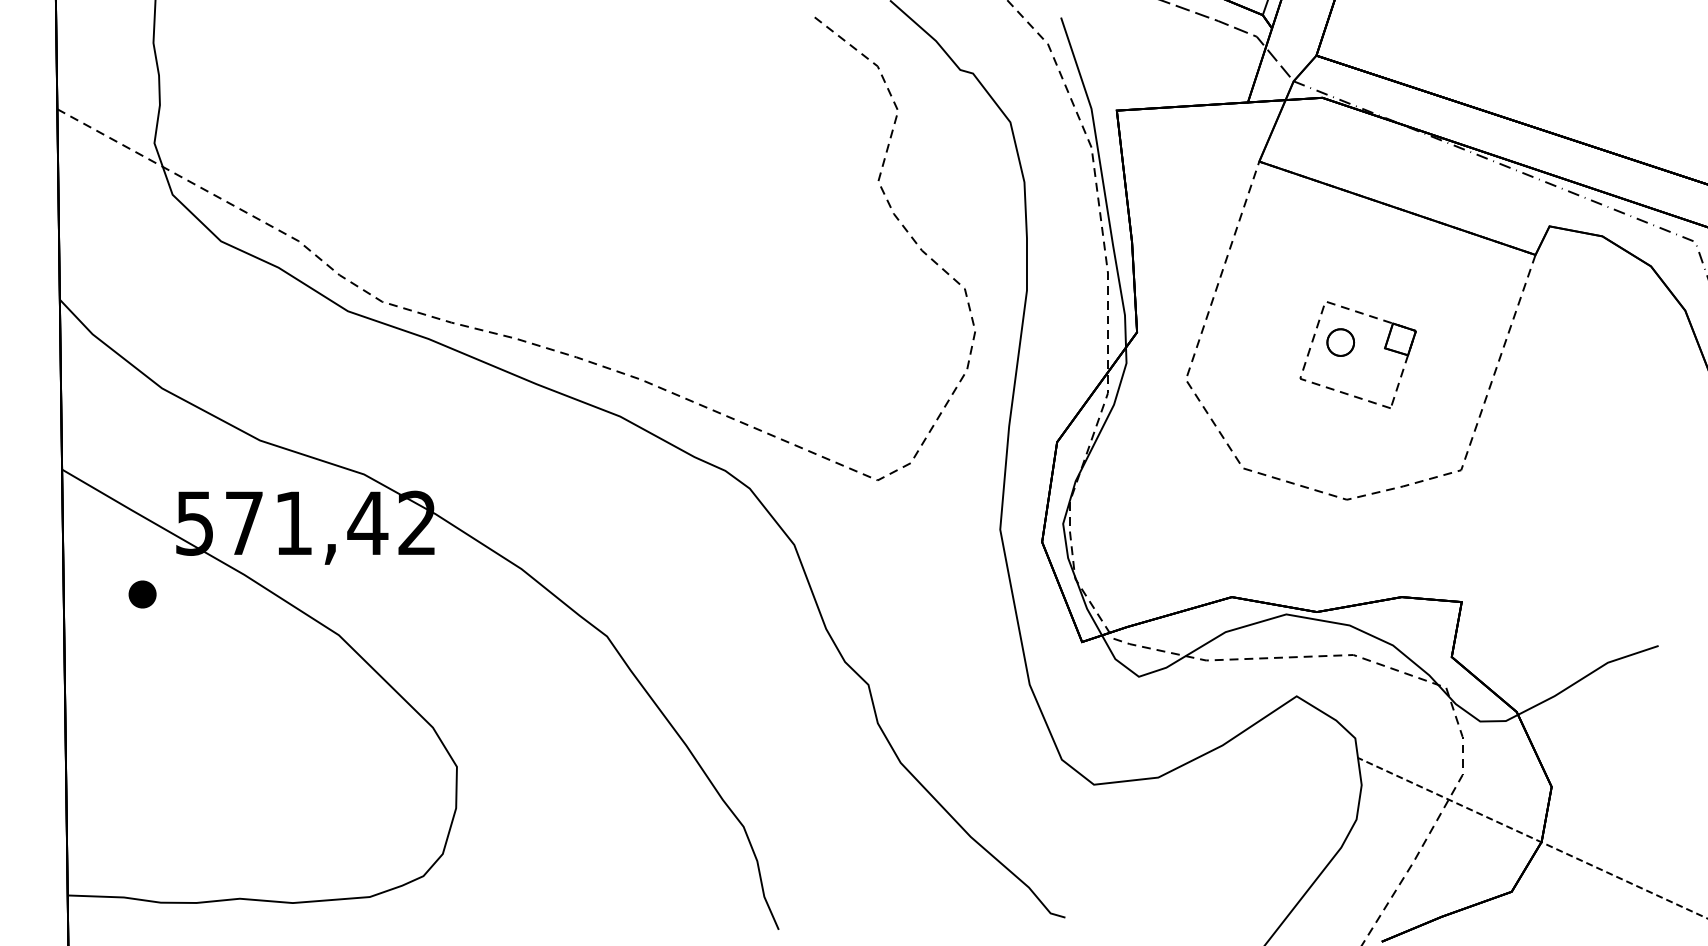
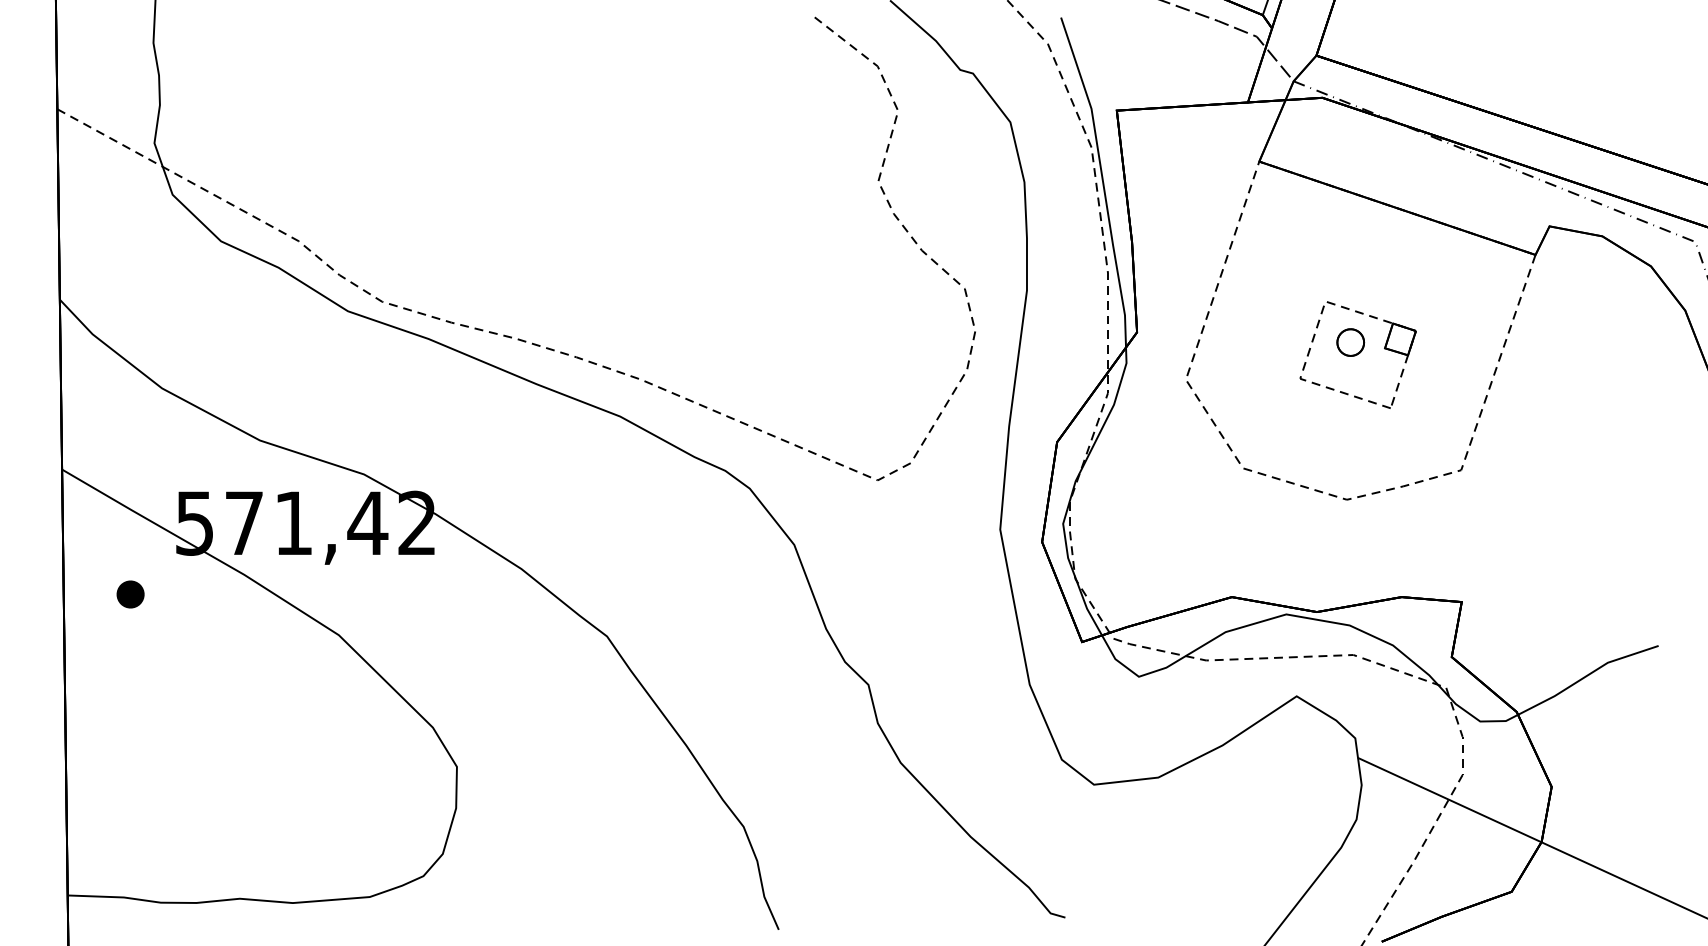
part at (1340, 342) position: (1340, 342) -> (1350, 342)
part at (142, 594) position: (142, 594) -> (130, 594)
line at (1532, 838): dashed -> solid
